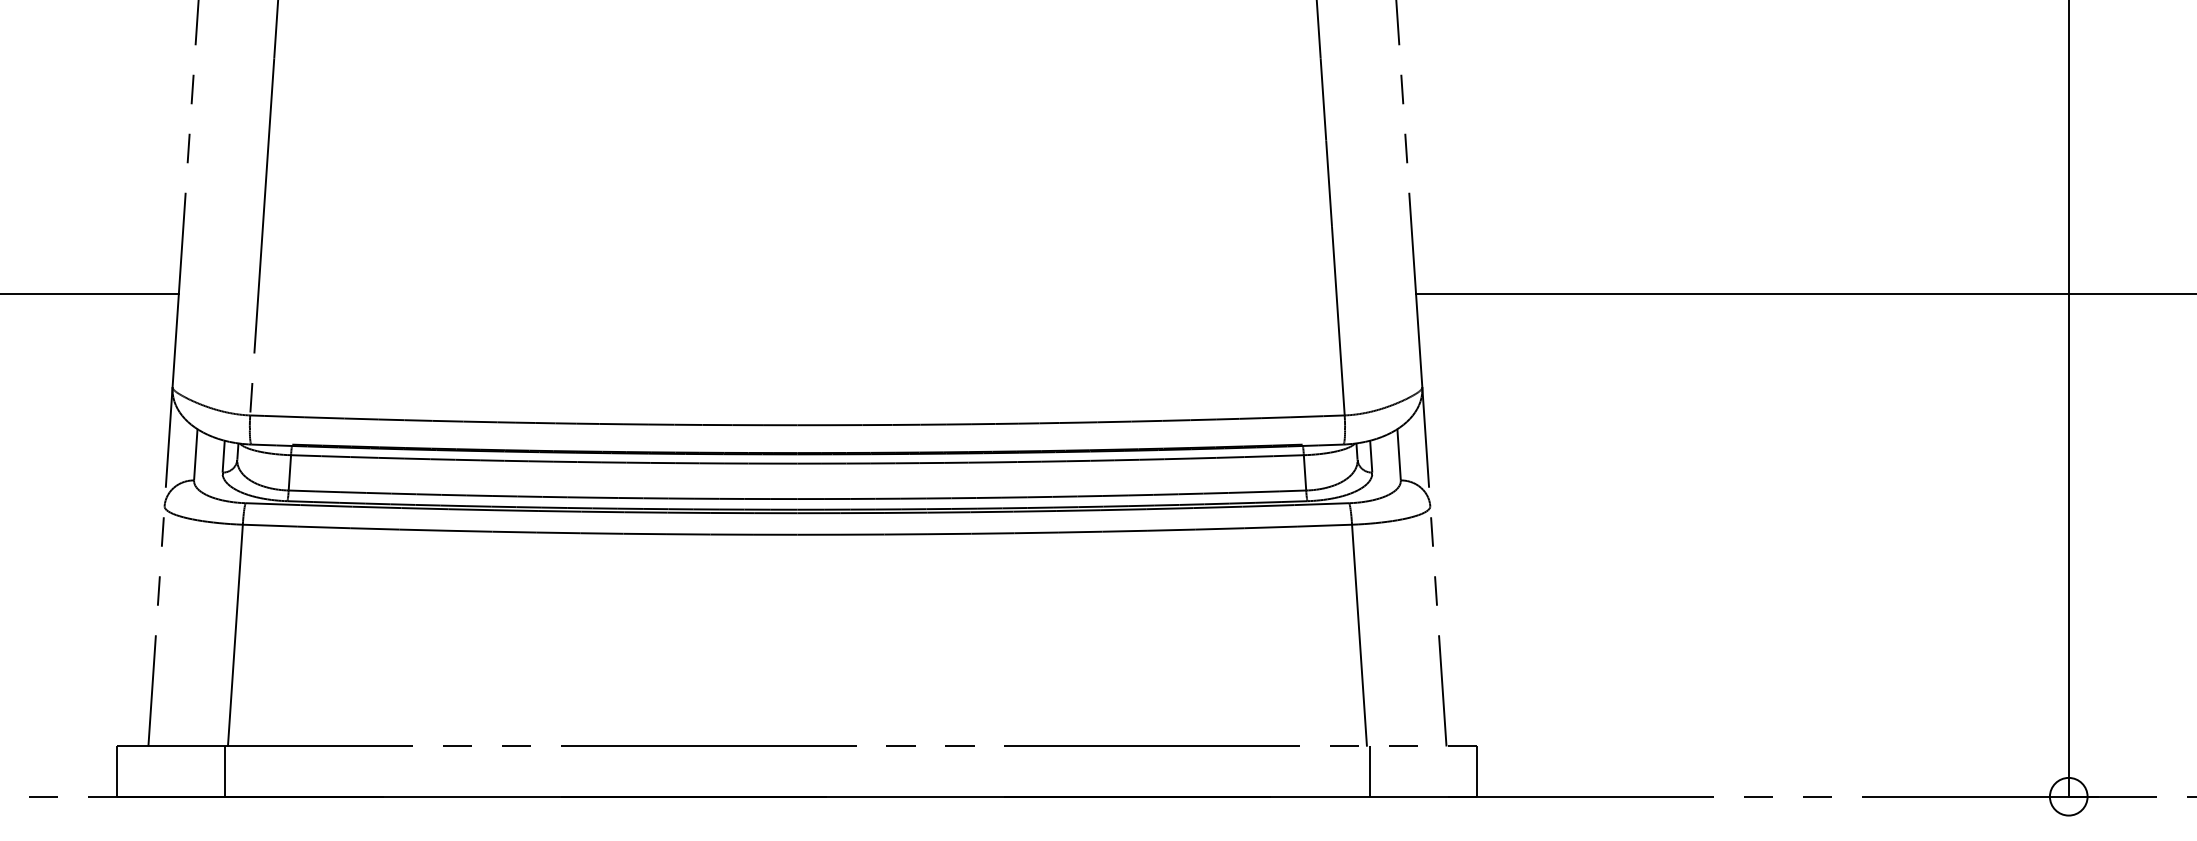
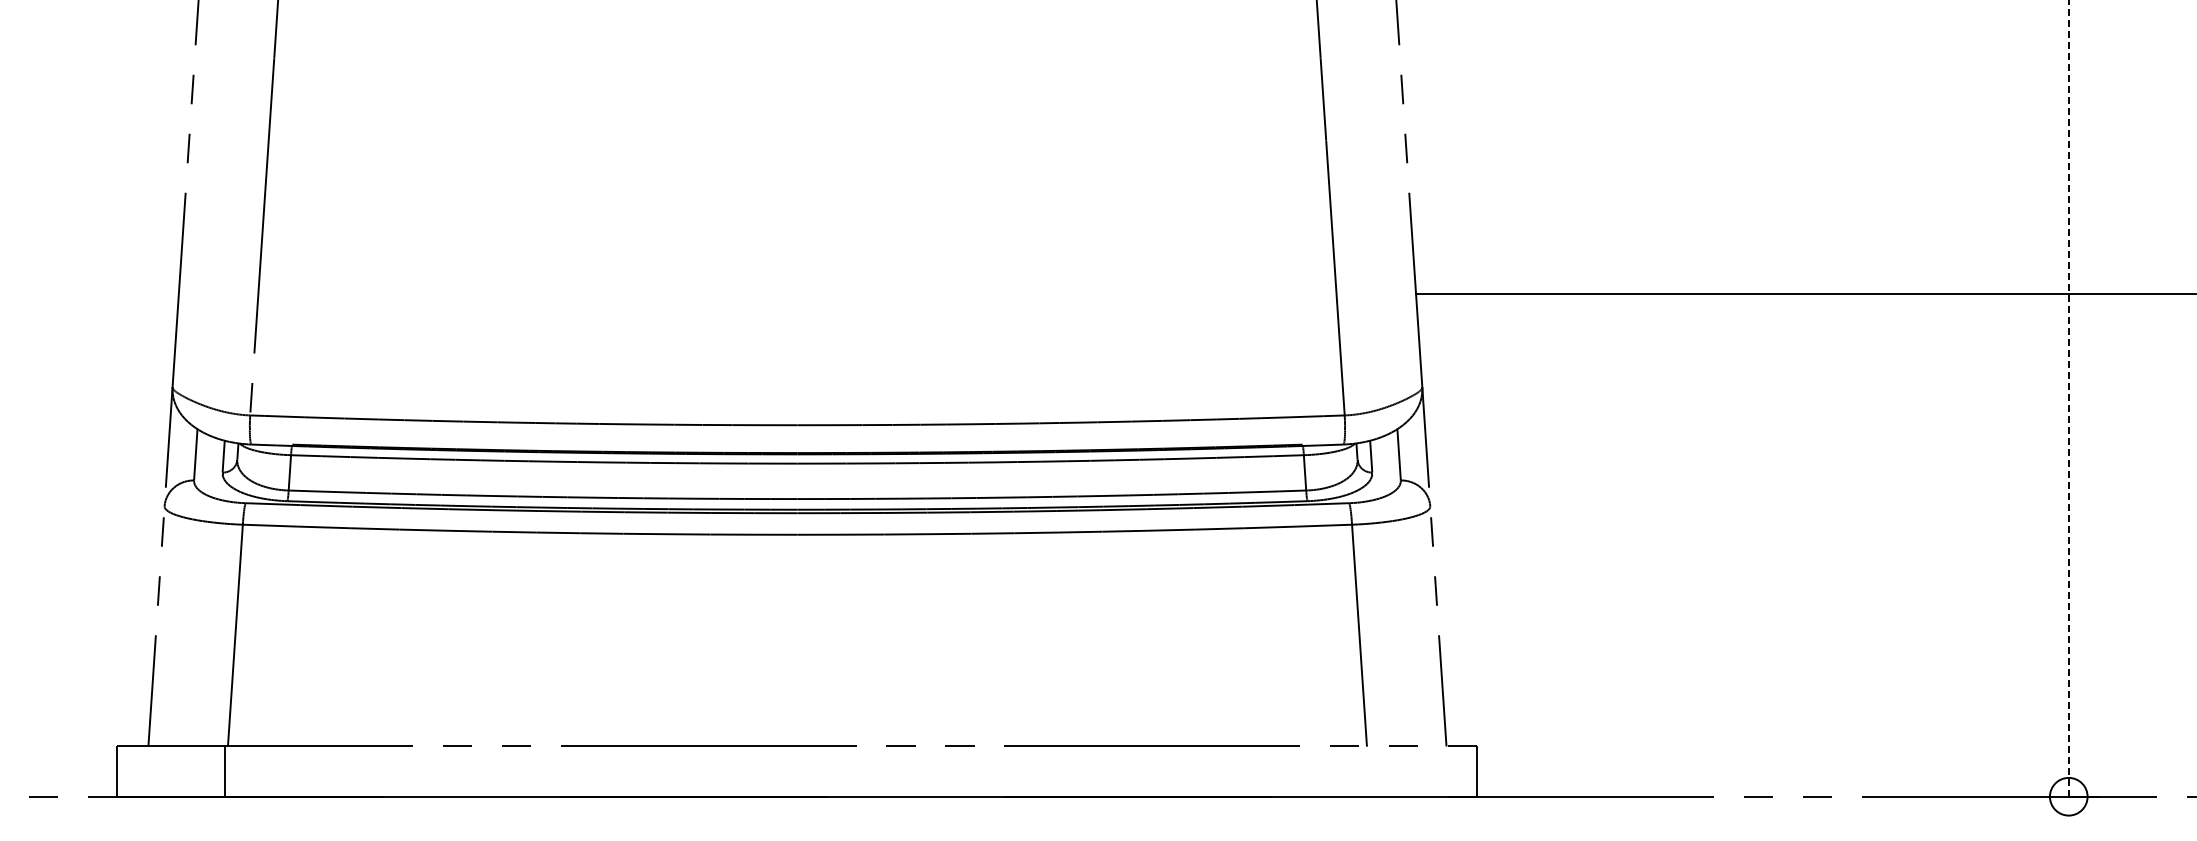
line at (90, 294): present -> none
line at (2068, 398): solid -> dashed
line at (1369, 771): present -> none
